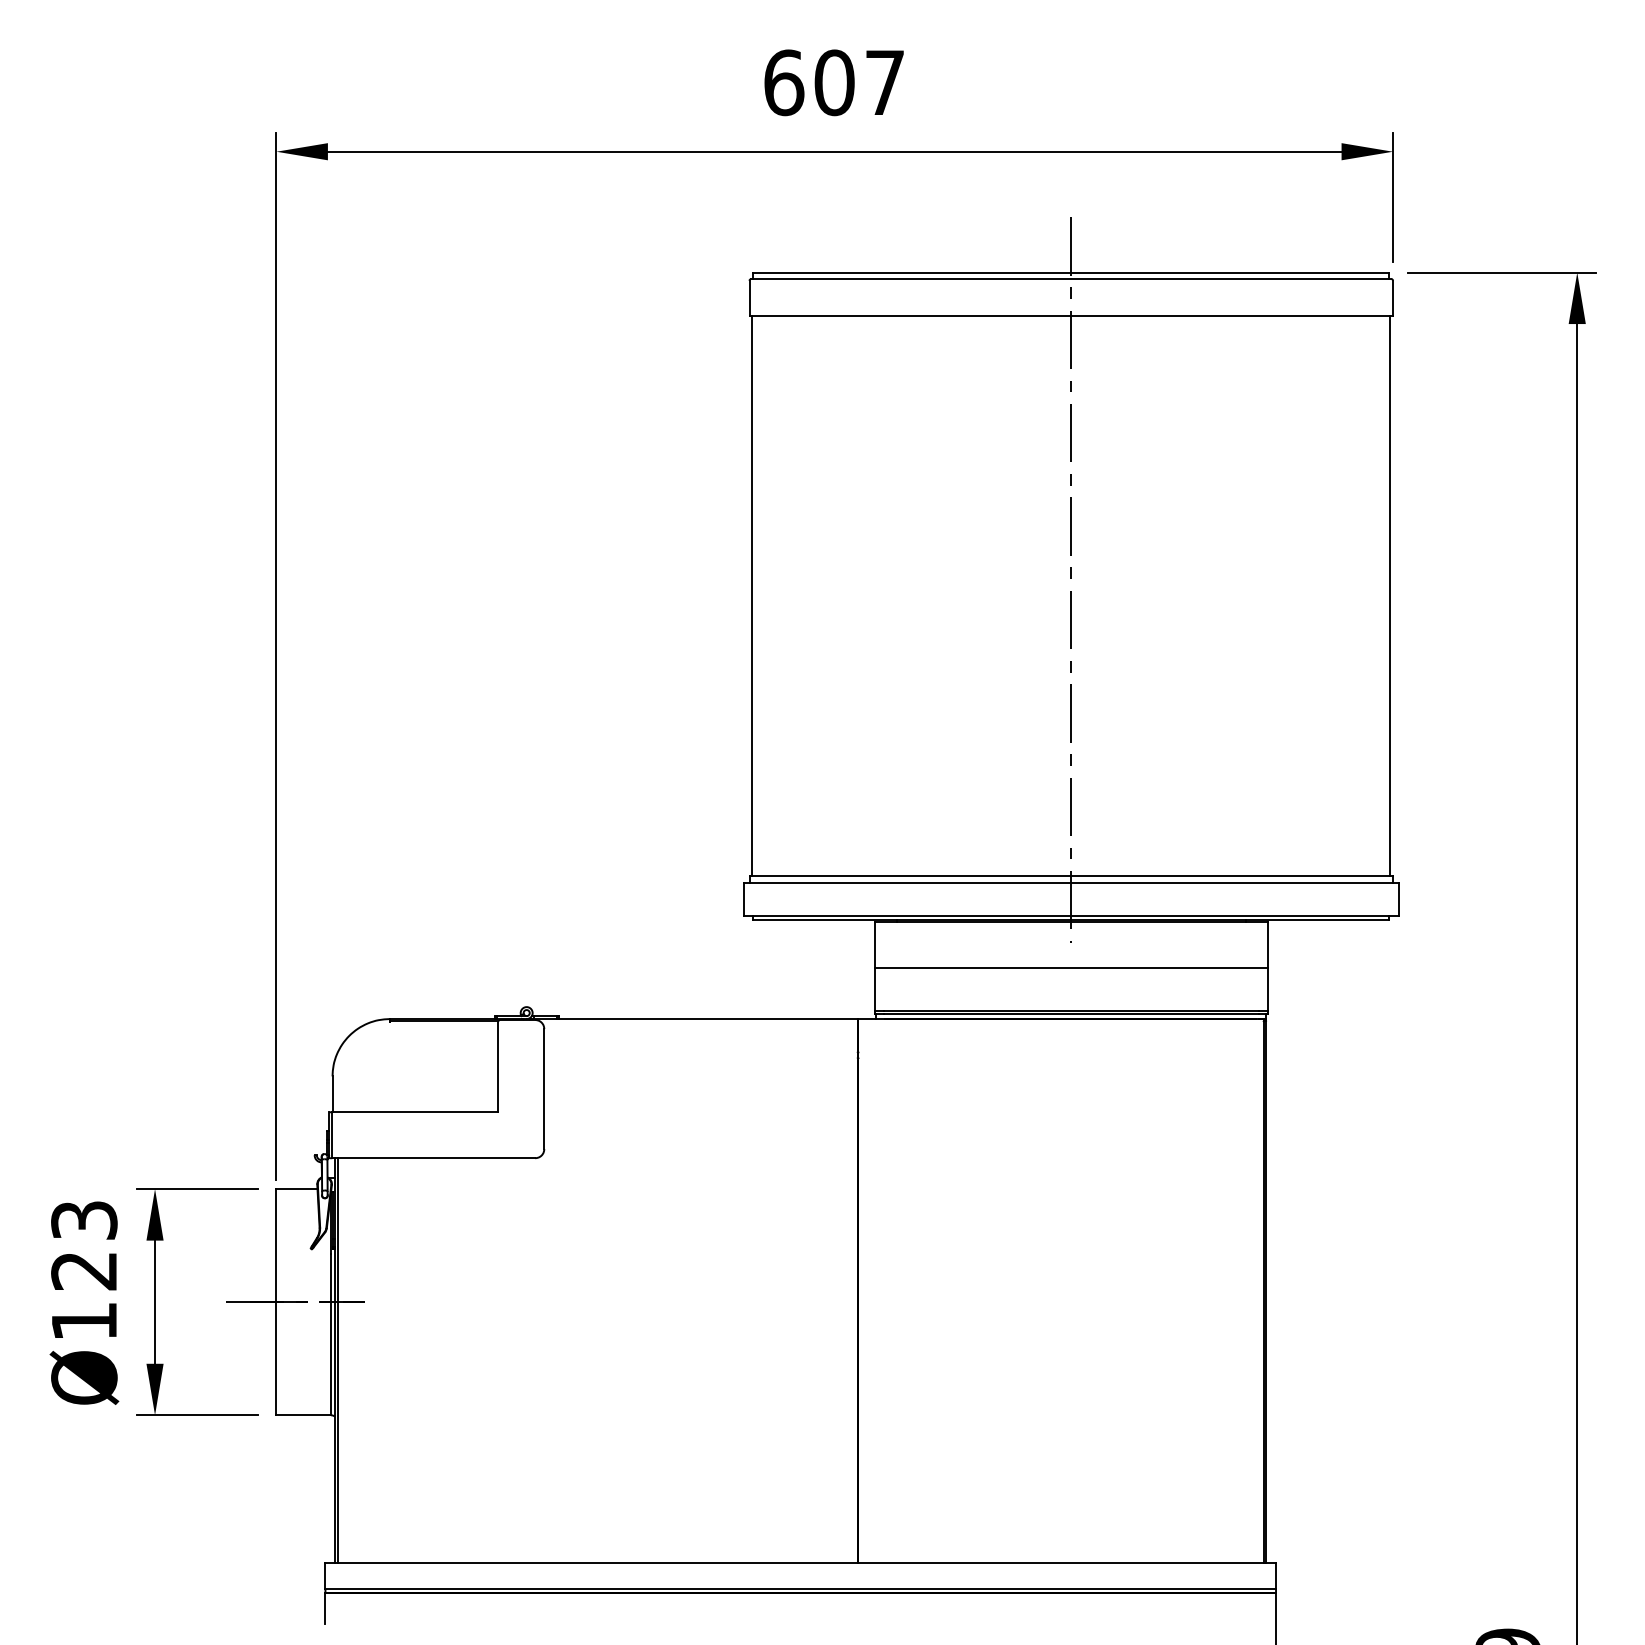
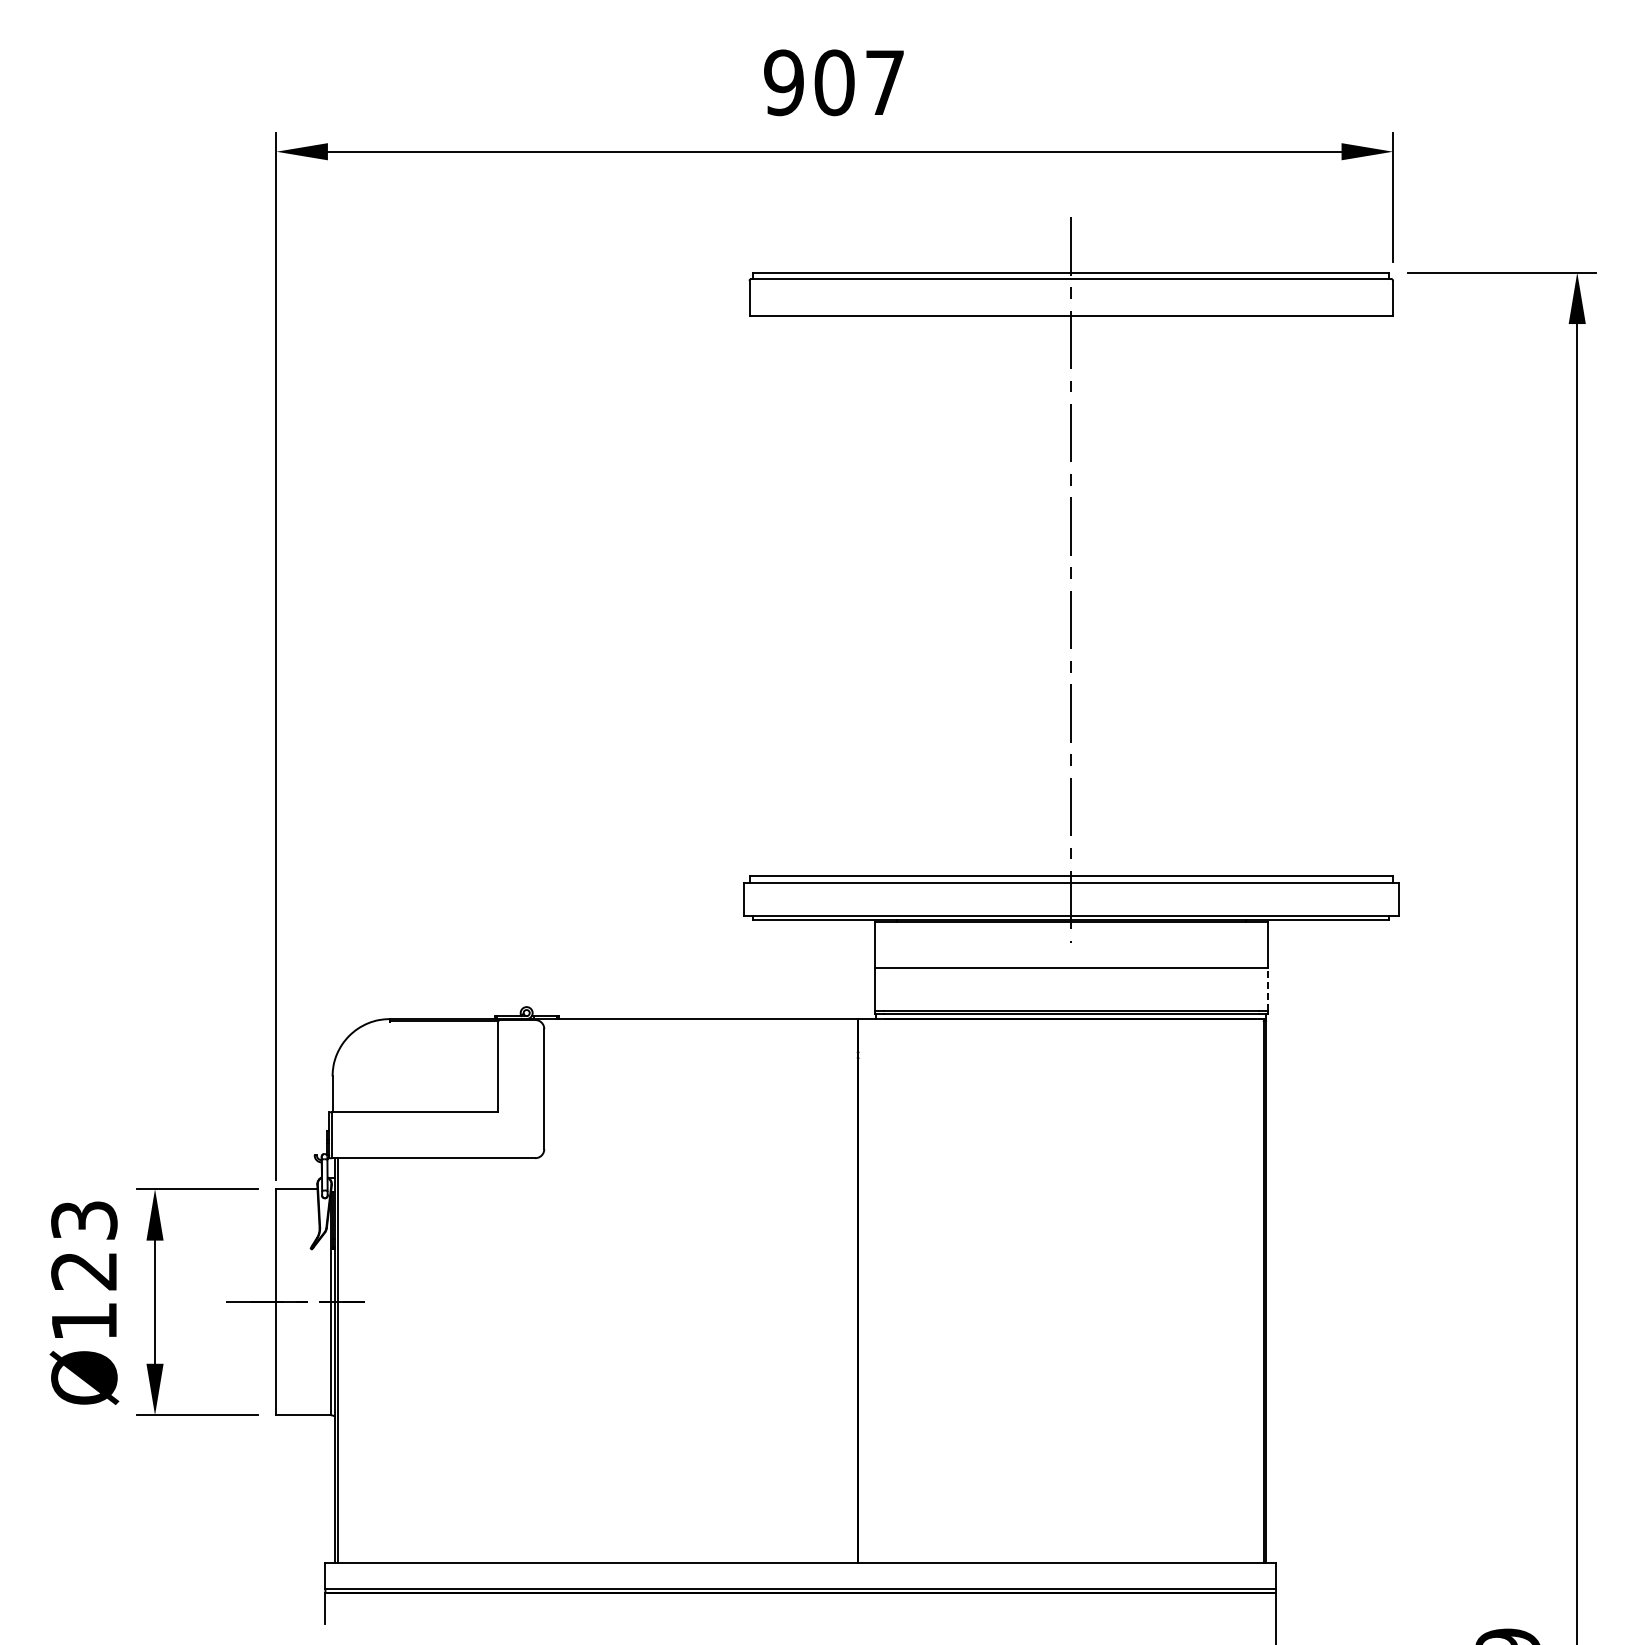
text at (784, 82): 607 -> 907
line at (752, 595): present -> none
line at (1390, 595): present -> none
line at (1268, 989): solid -> dashed
